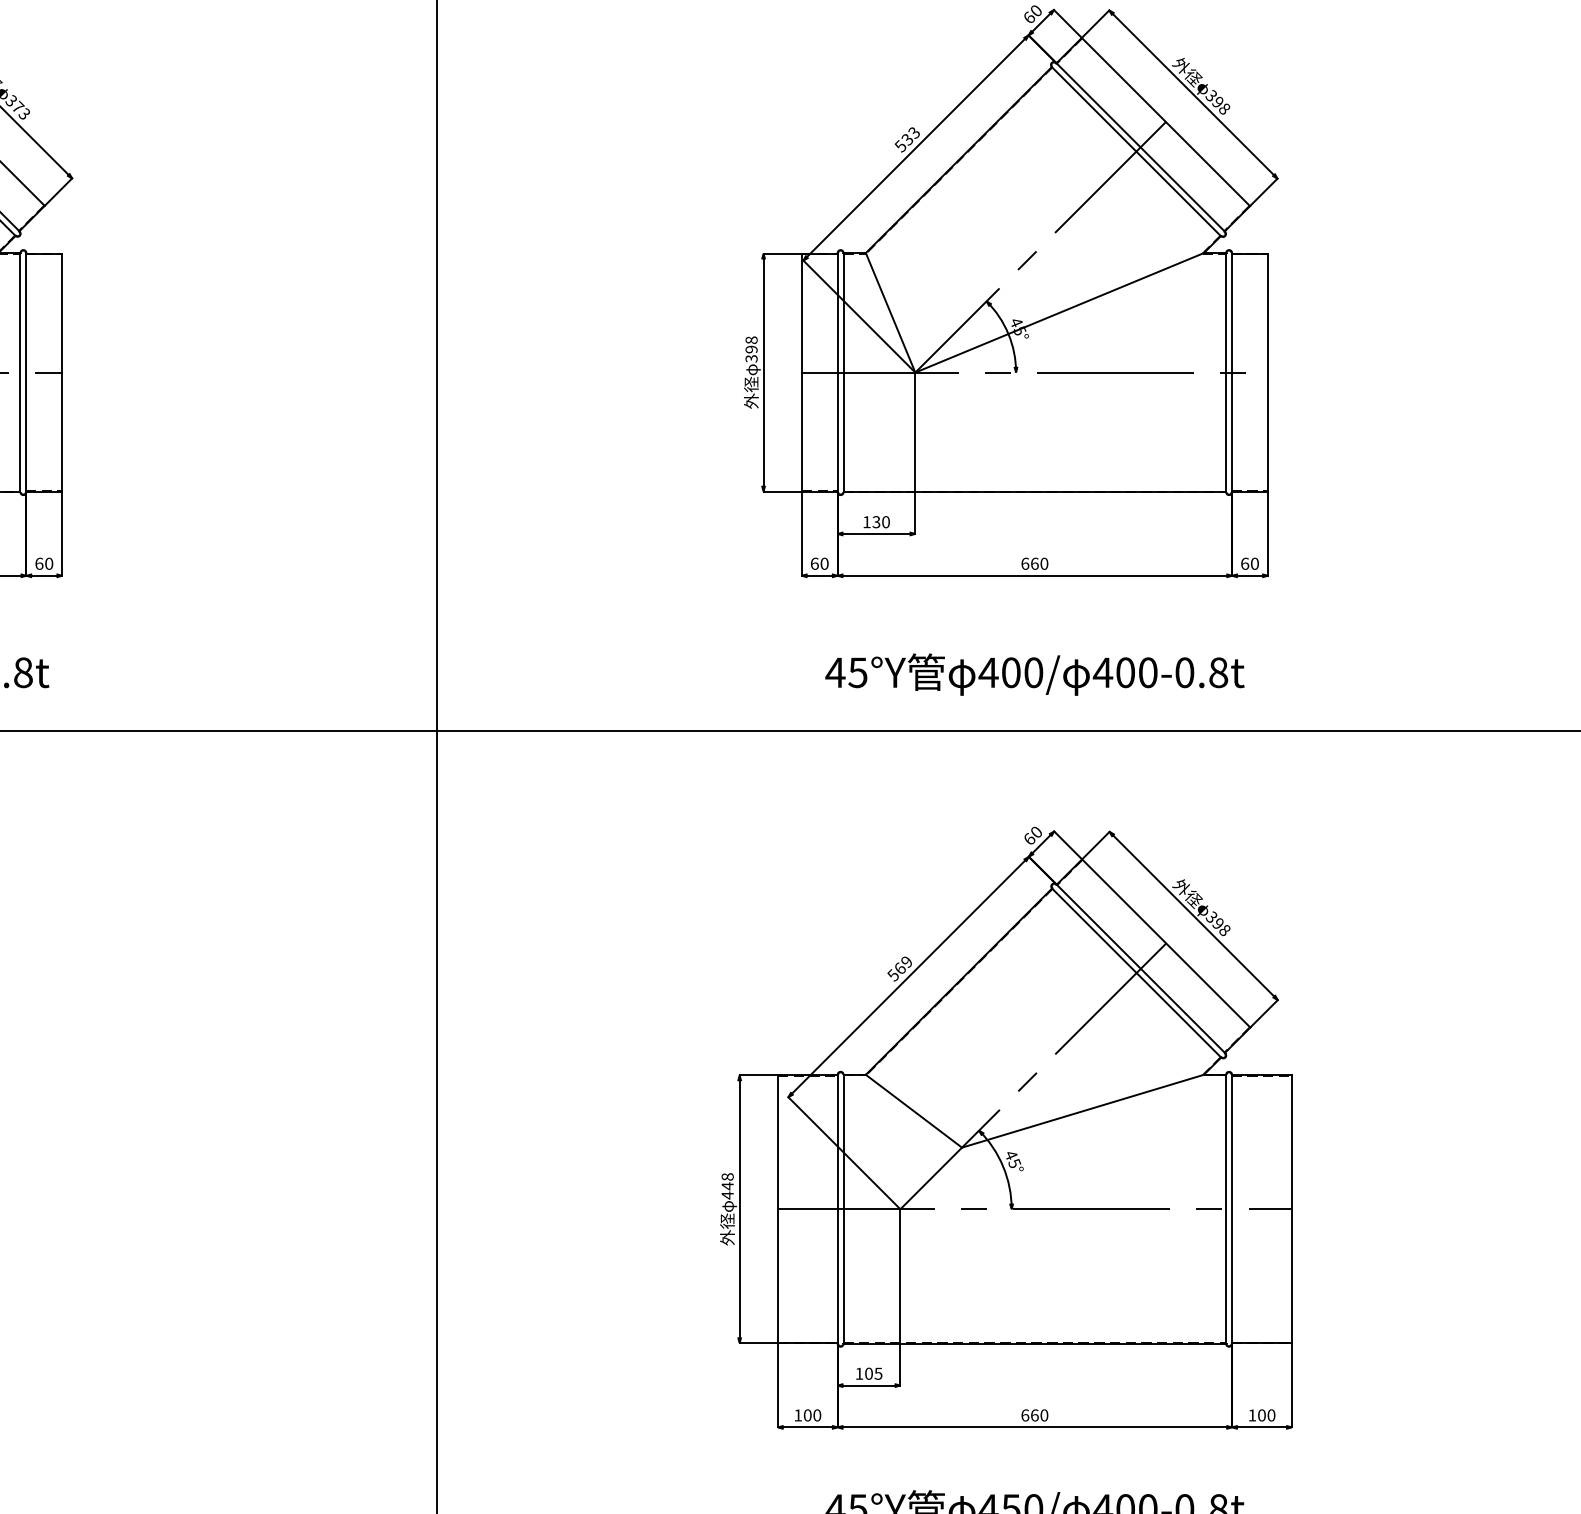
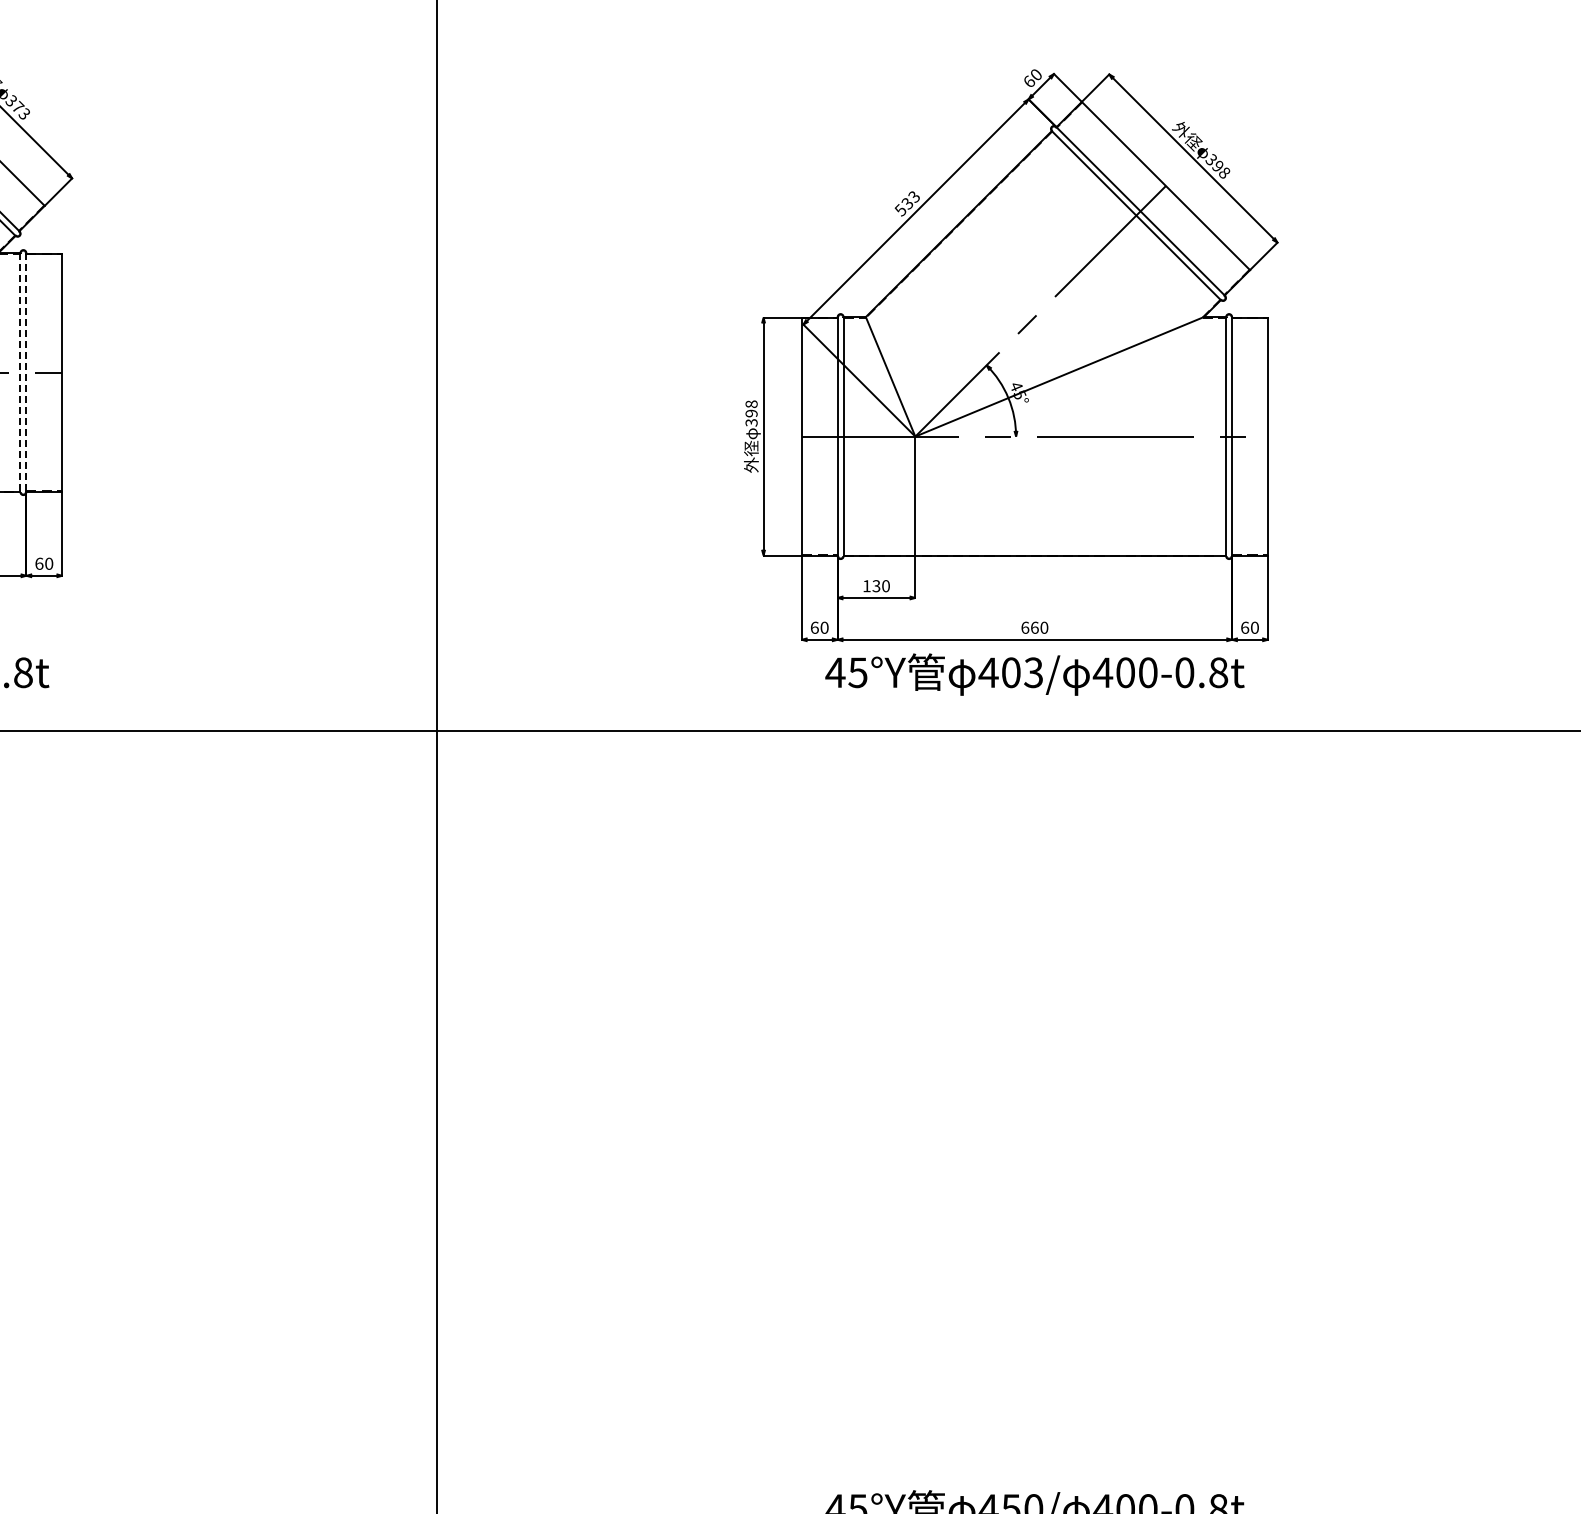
part at (1011, 291) position: (1011, 291) -> (1011, 355)
line at (20, 372): solid -> dashed
line at (26, 372): solid -> dashed
text at (1033, 672): 400/ -> 403/
part at (1006, 1127): present -> none
